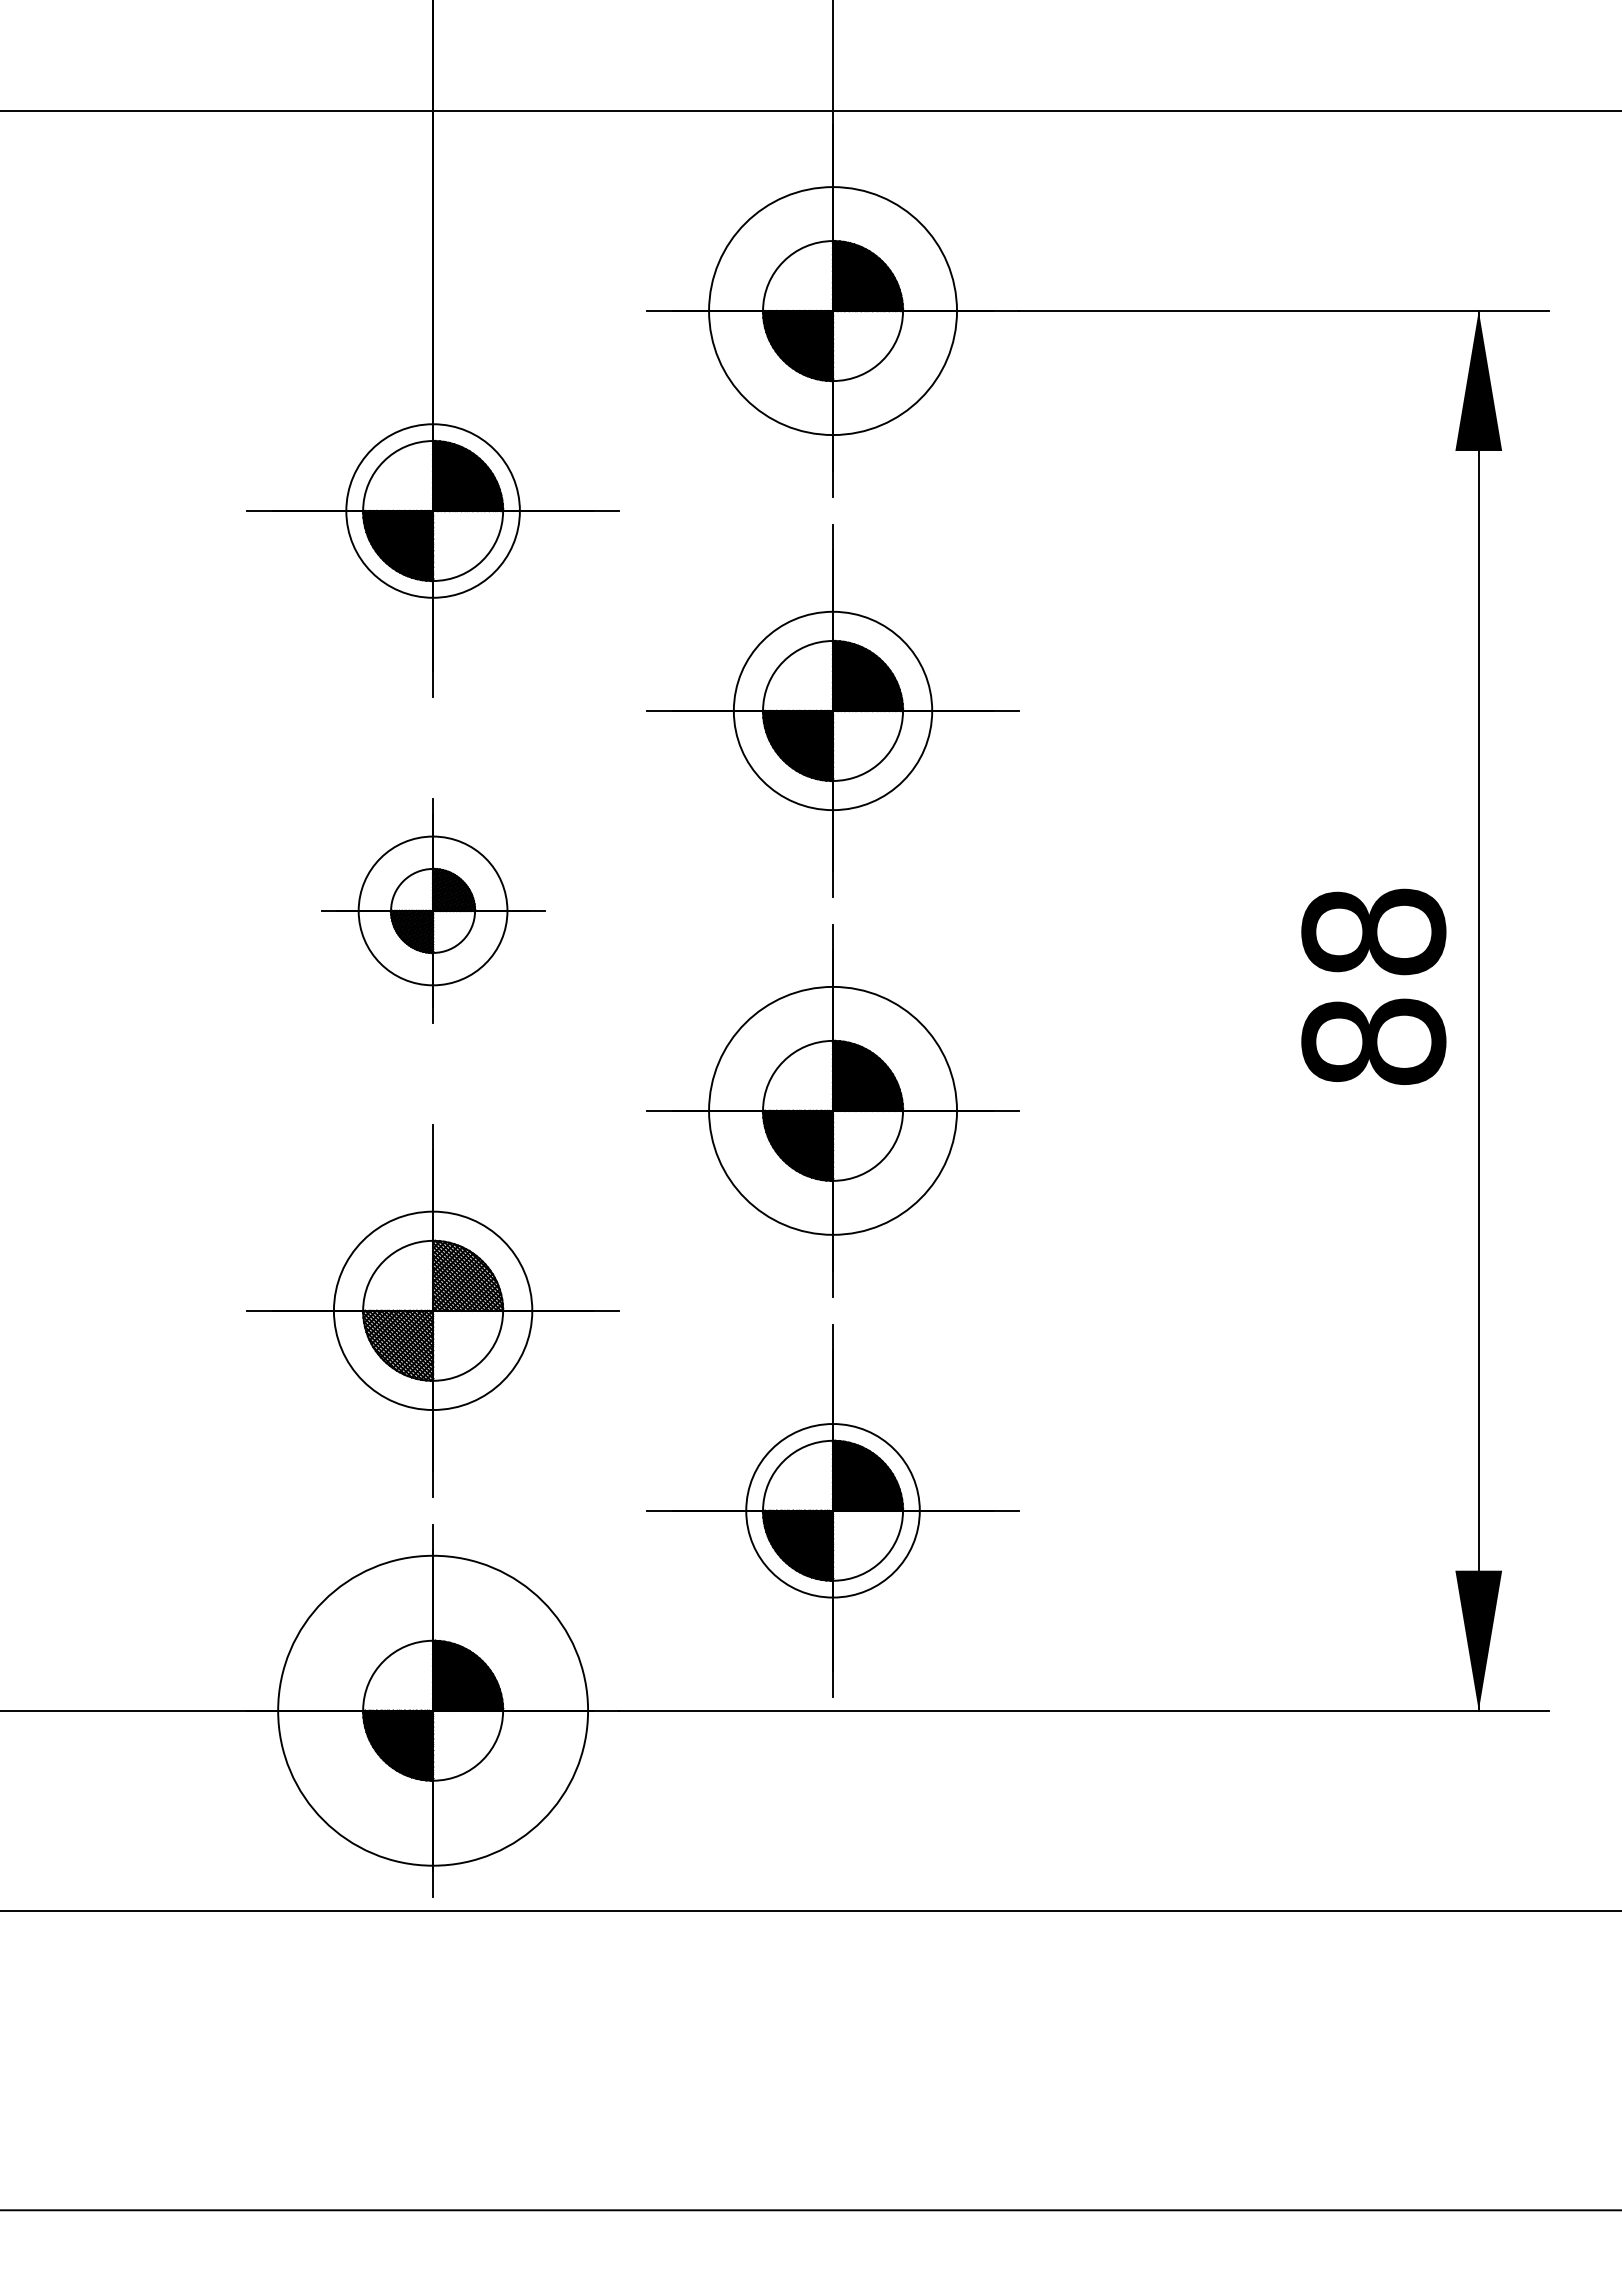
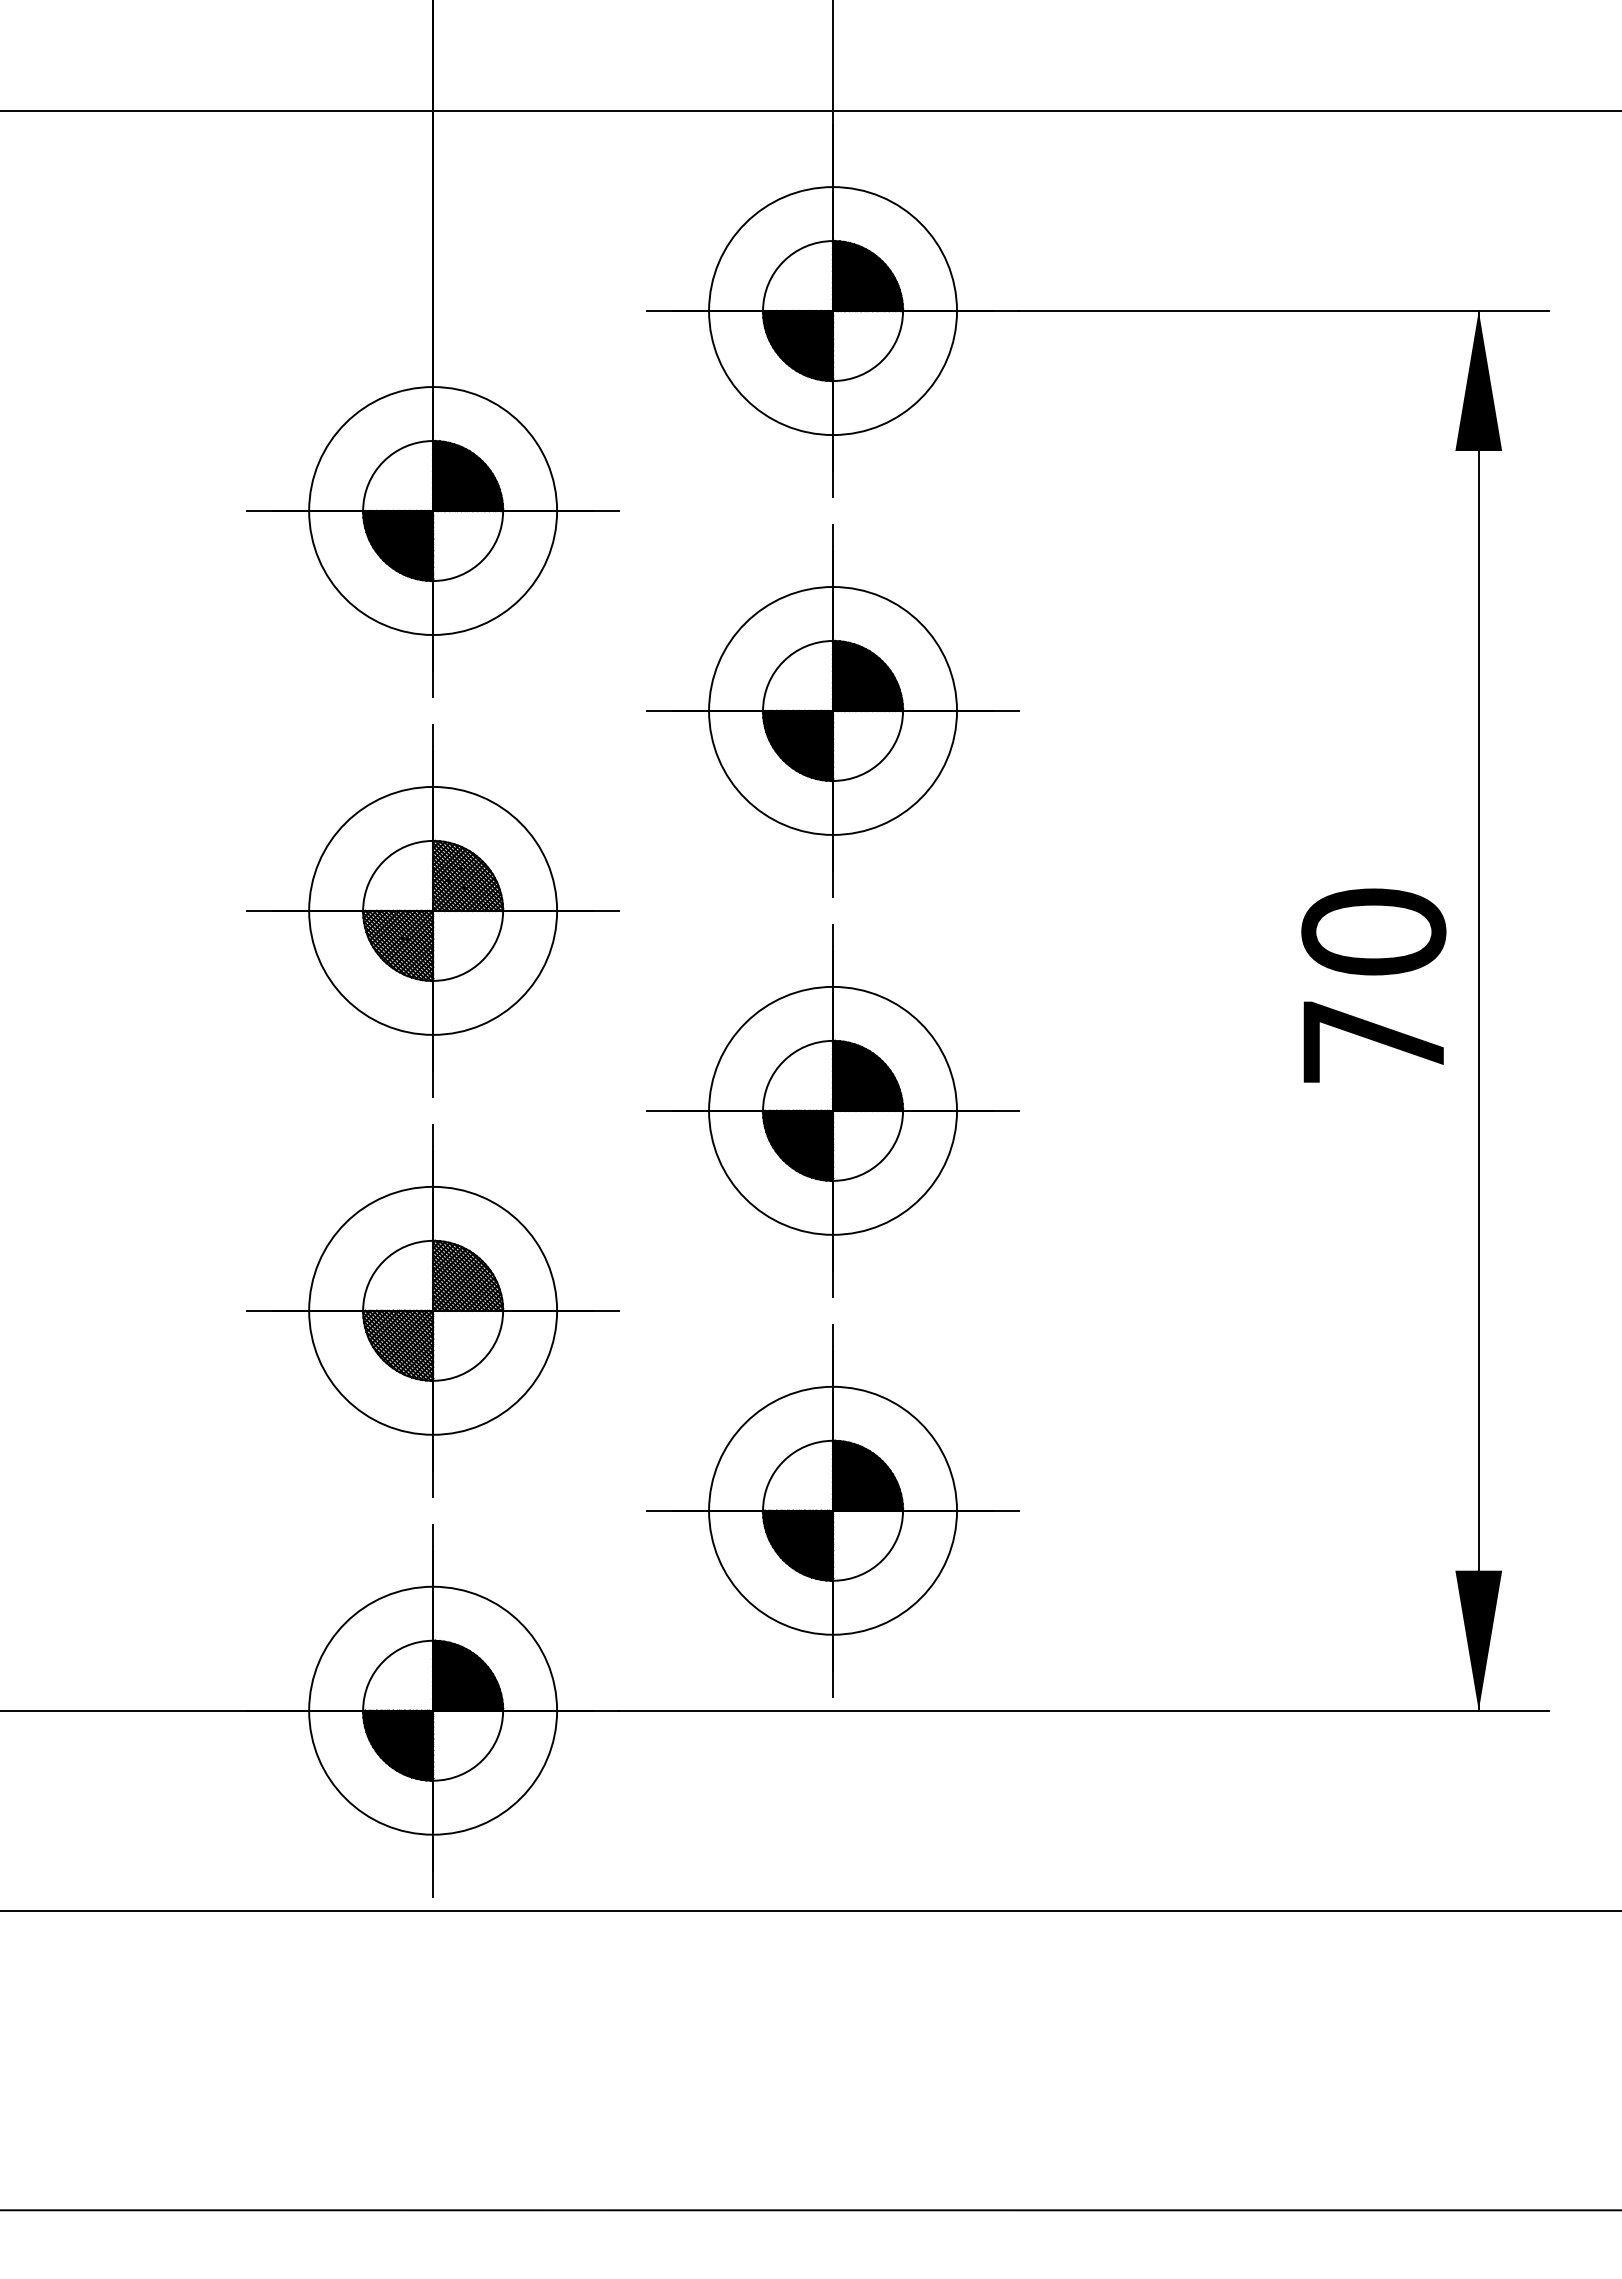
circle at (432, 510) diameter: 174 px -> 248 px
circle at (832, 710) diameter: 198 px -> 248 px
part at (433, 910) size: 225x226 px -> 374x374 px
text at (1373, 986): 88 -> 70
circle at (432, 1310) diameter: 198 px -> 248 px
circle at (832, 1510) diameter: 174 px -> 248 px
circle at (433, 1710) diameter: 310 px -> 248 px
